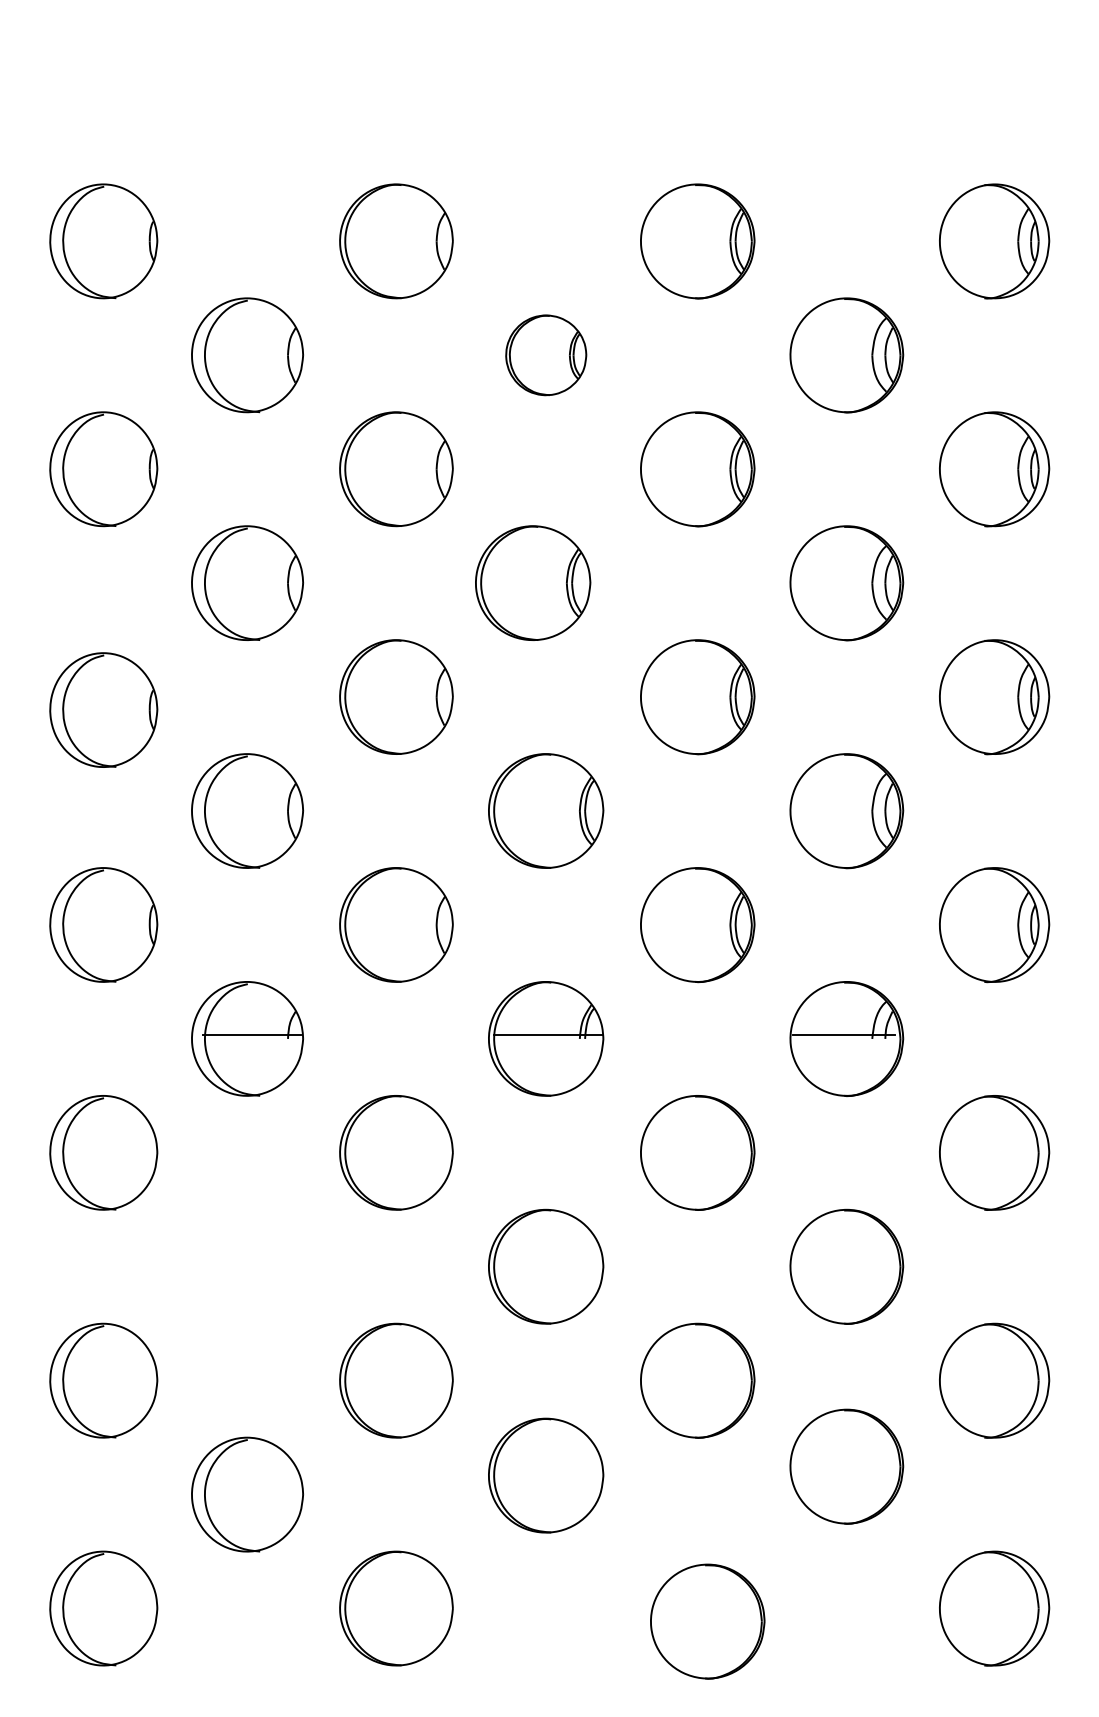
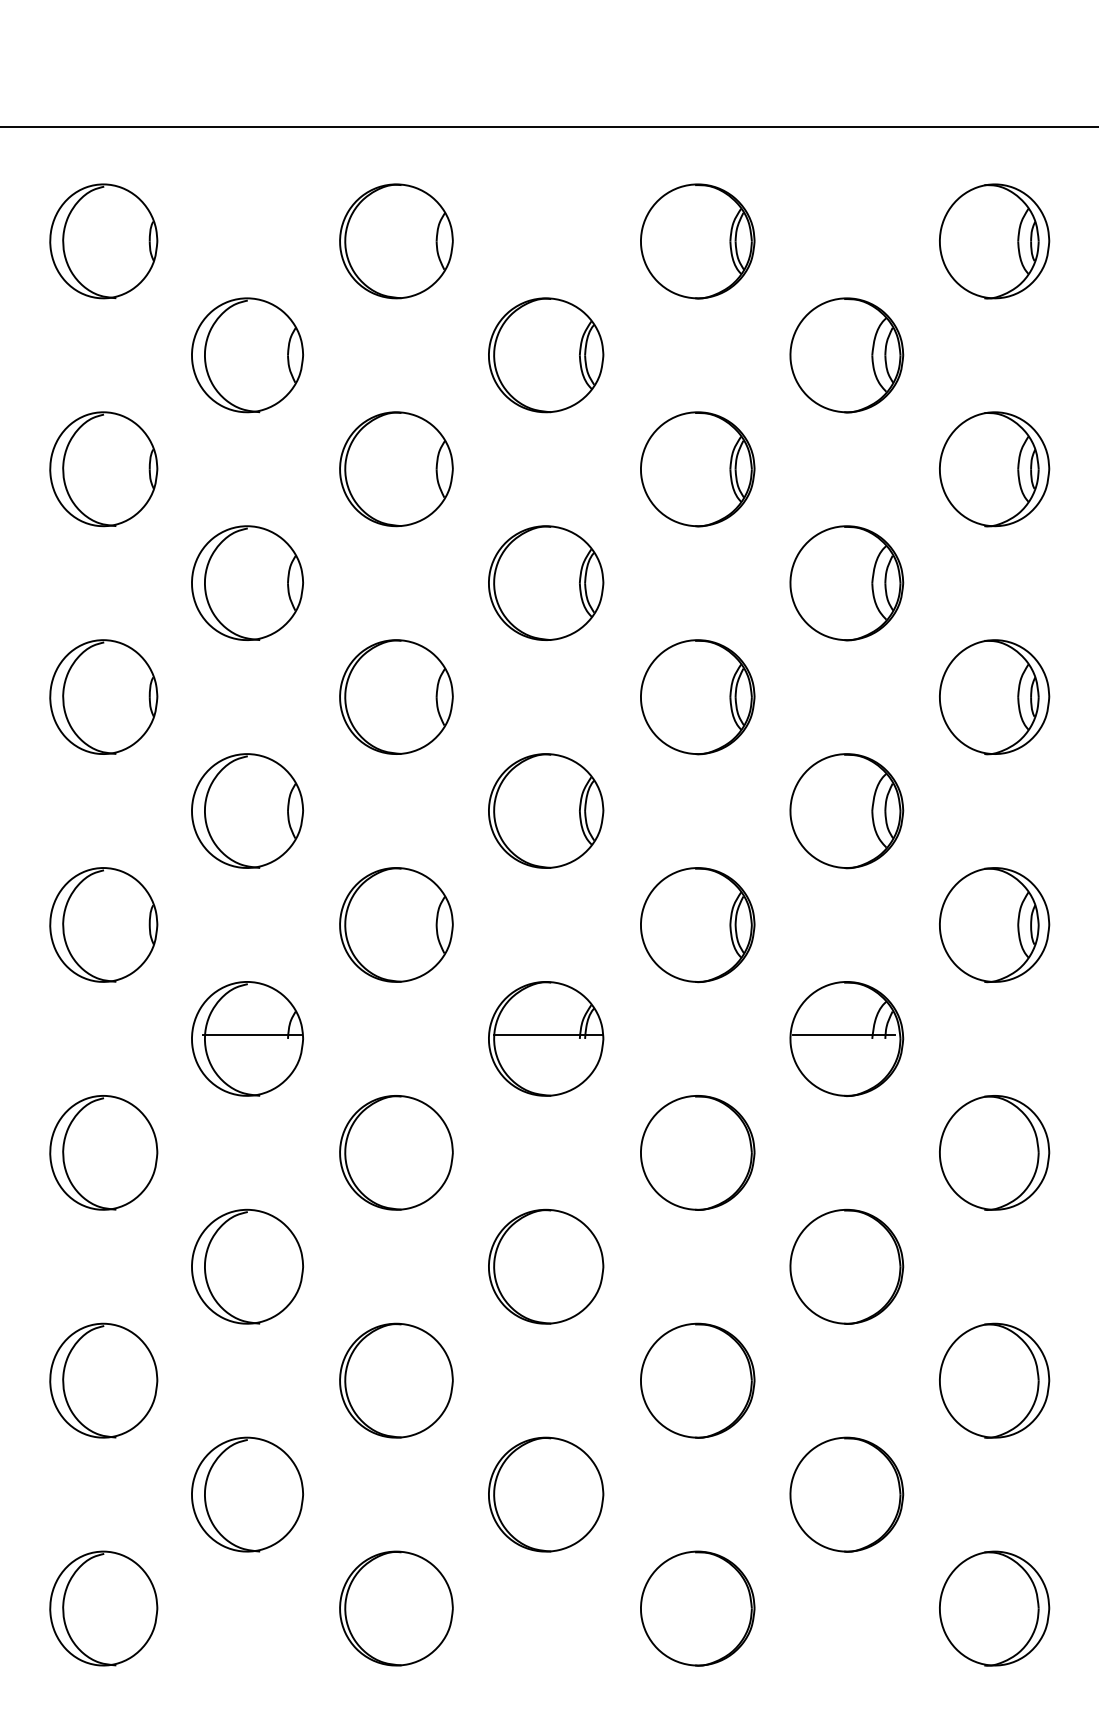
line at (548, 127): none -> present
part at (546, 355) size: 83x83 px -> 117x117 px
part at (533, 582) position: (533, 582) -> (546, 582)
part at (103, 709) position: (103, 709) -> (103, 696)
part at (247, 1266): none -> present
part at (846, 1466) position: (846, 1466) -> (846, 1494)
part at (546, 1475) position: (546, 1475) -> (546, 1494)
part at (707, 1621) position: (707, 1621) -> (697, 1608)
